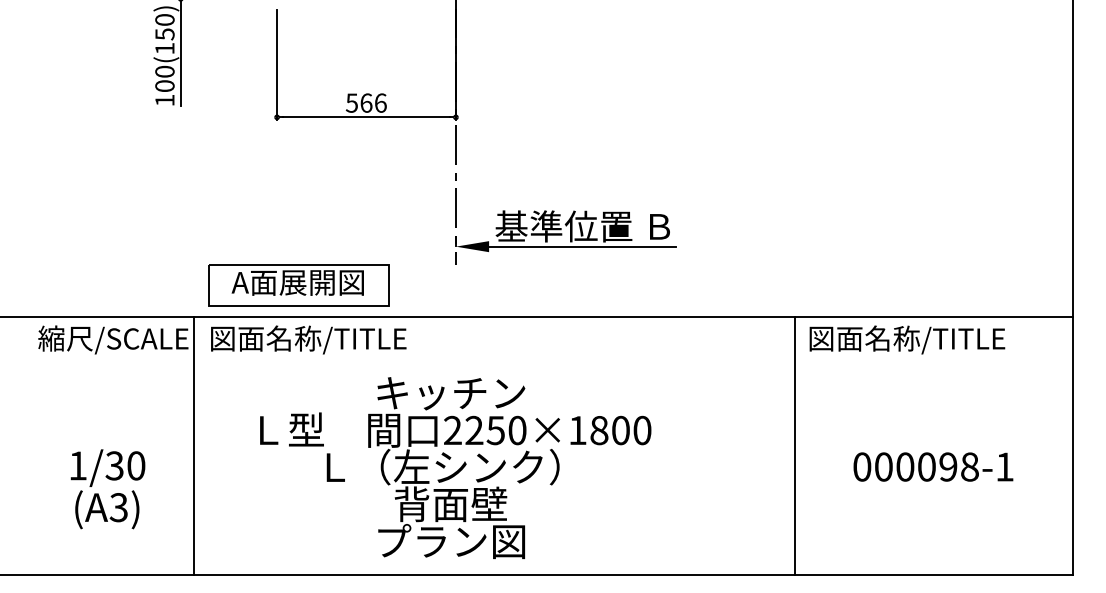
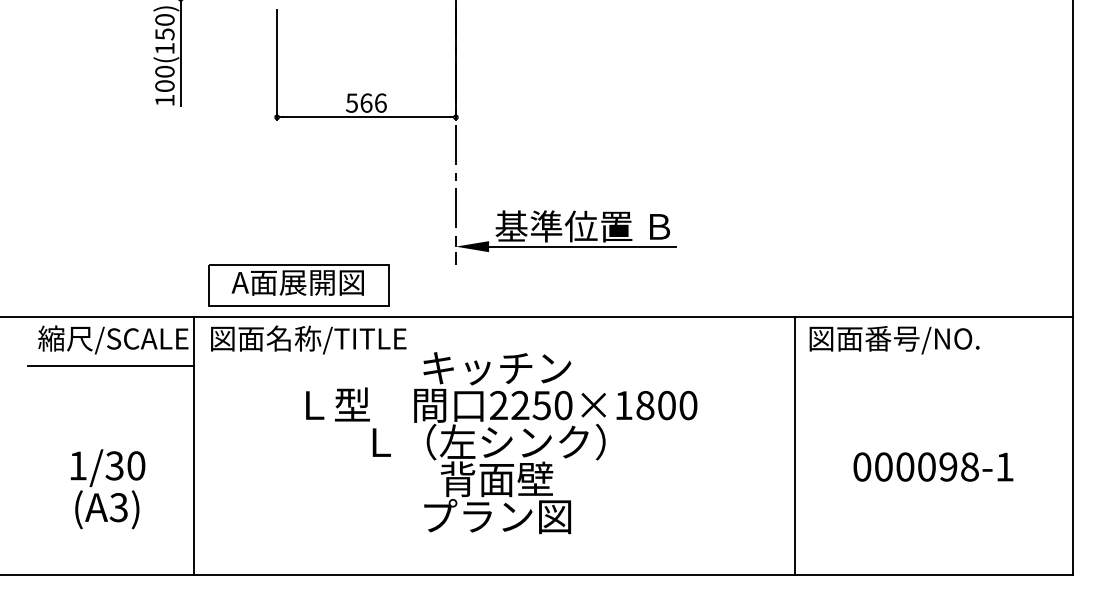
text at (935, 338): 図面名称/TITLE -> 図面番号/NO.
line at (110, 366): none -> present
text at (455, 467) position: (455, 467) -> (501, 442)
